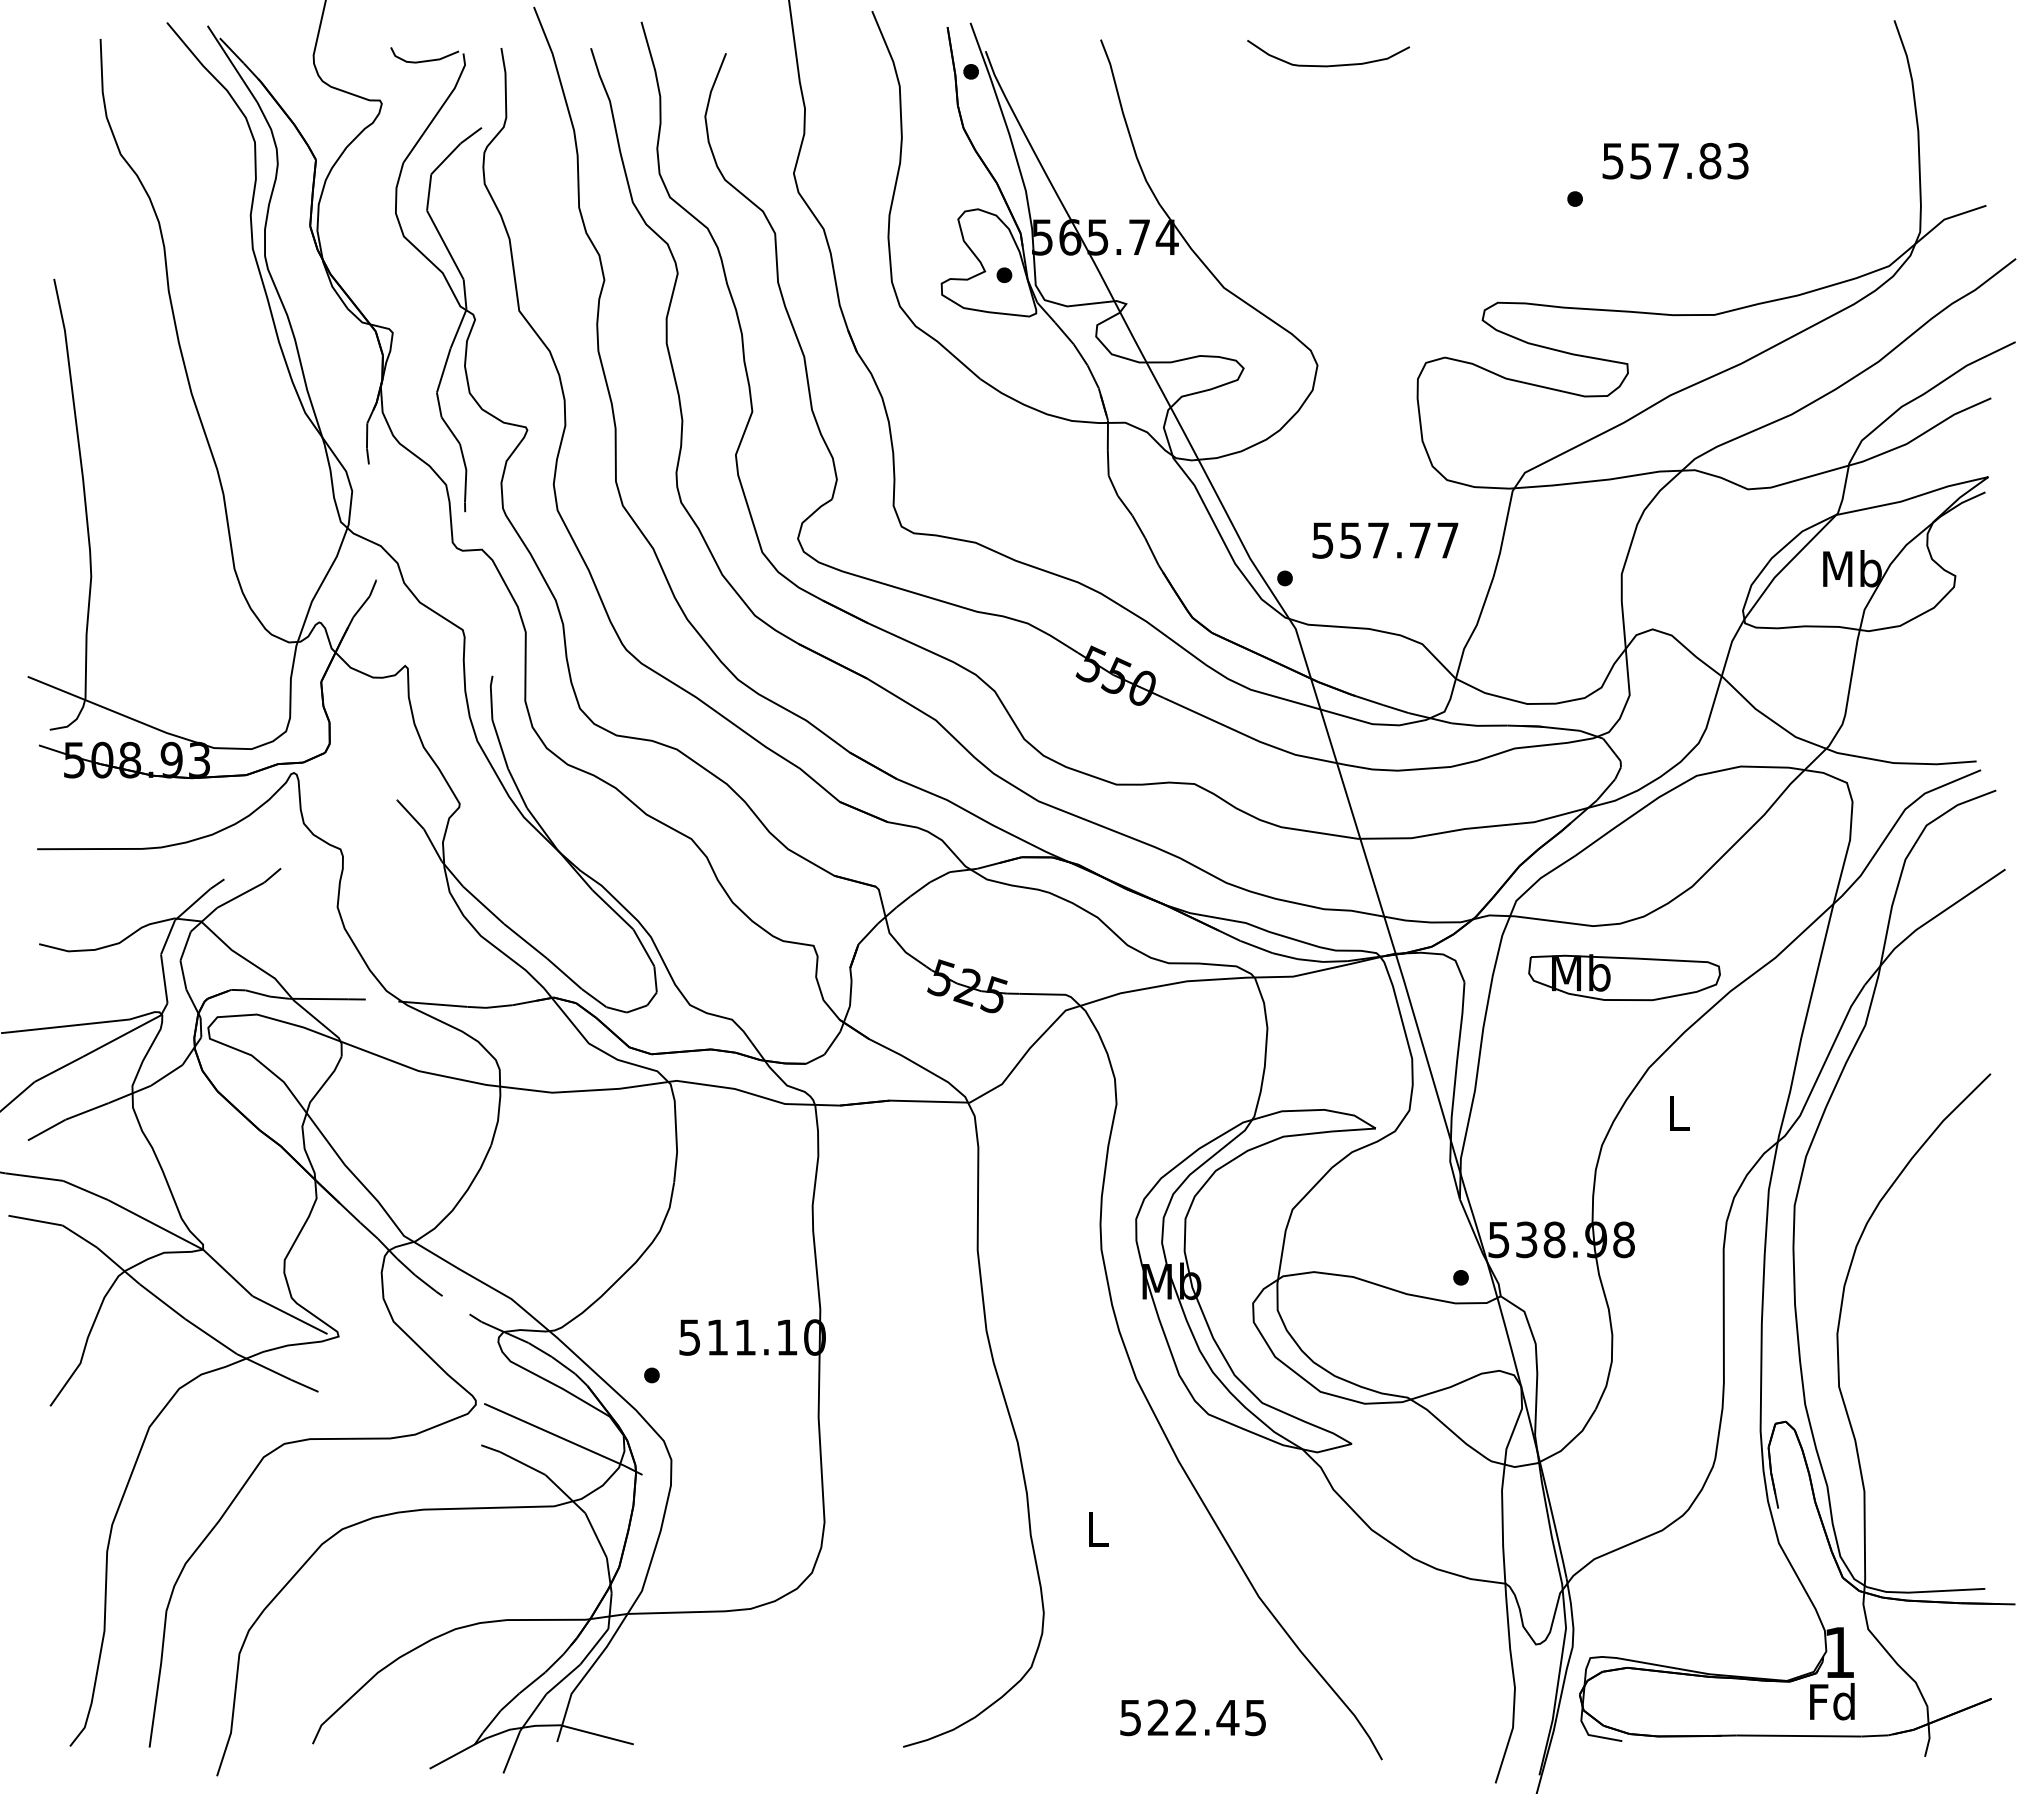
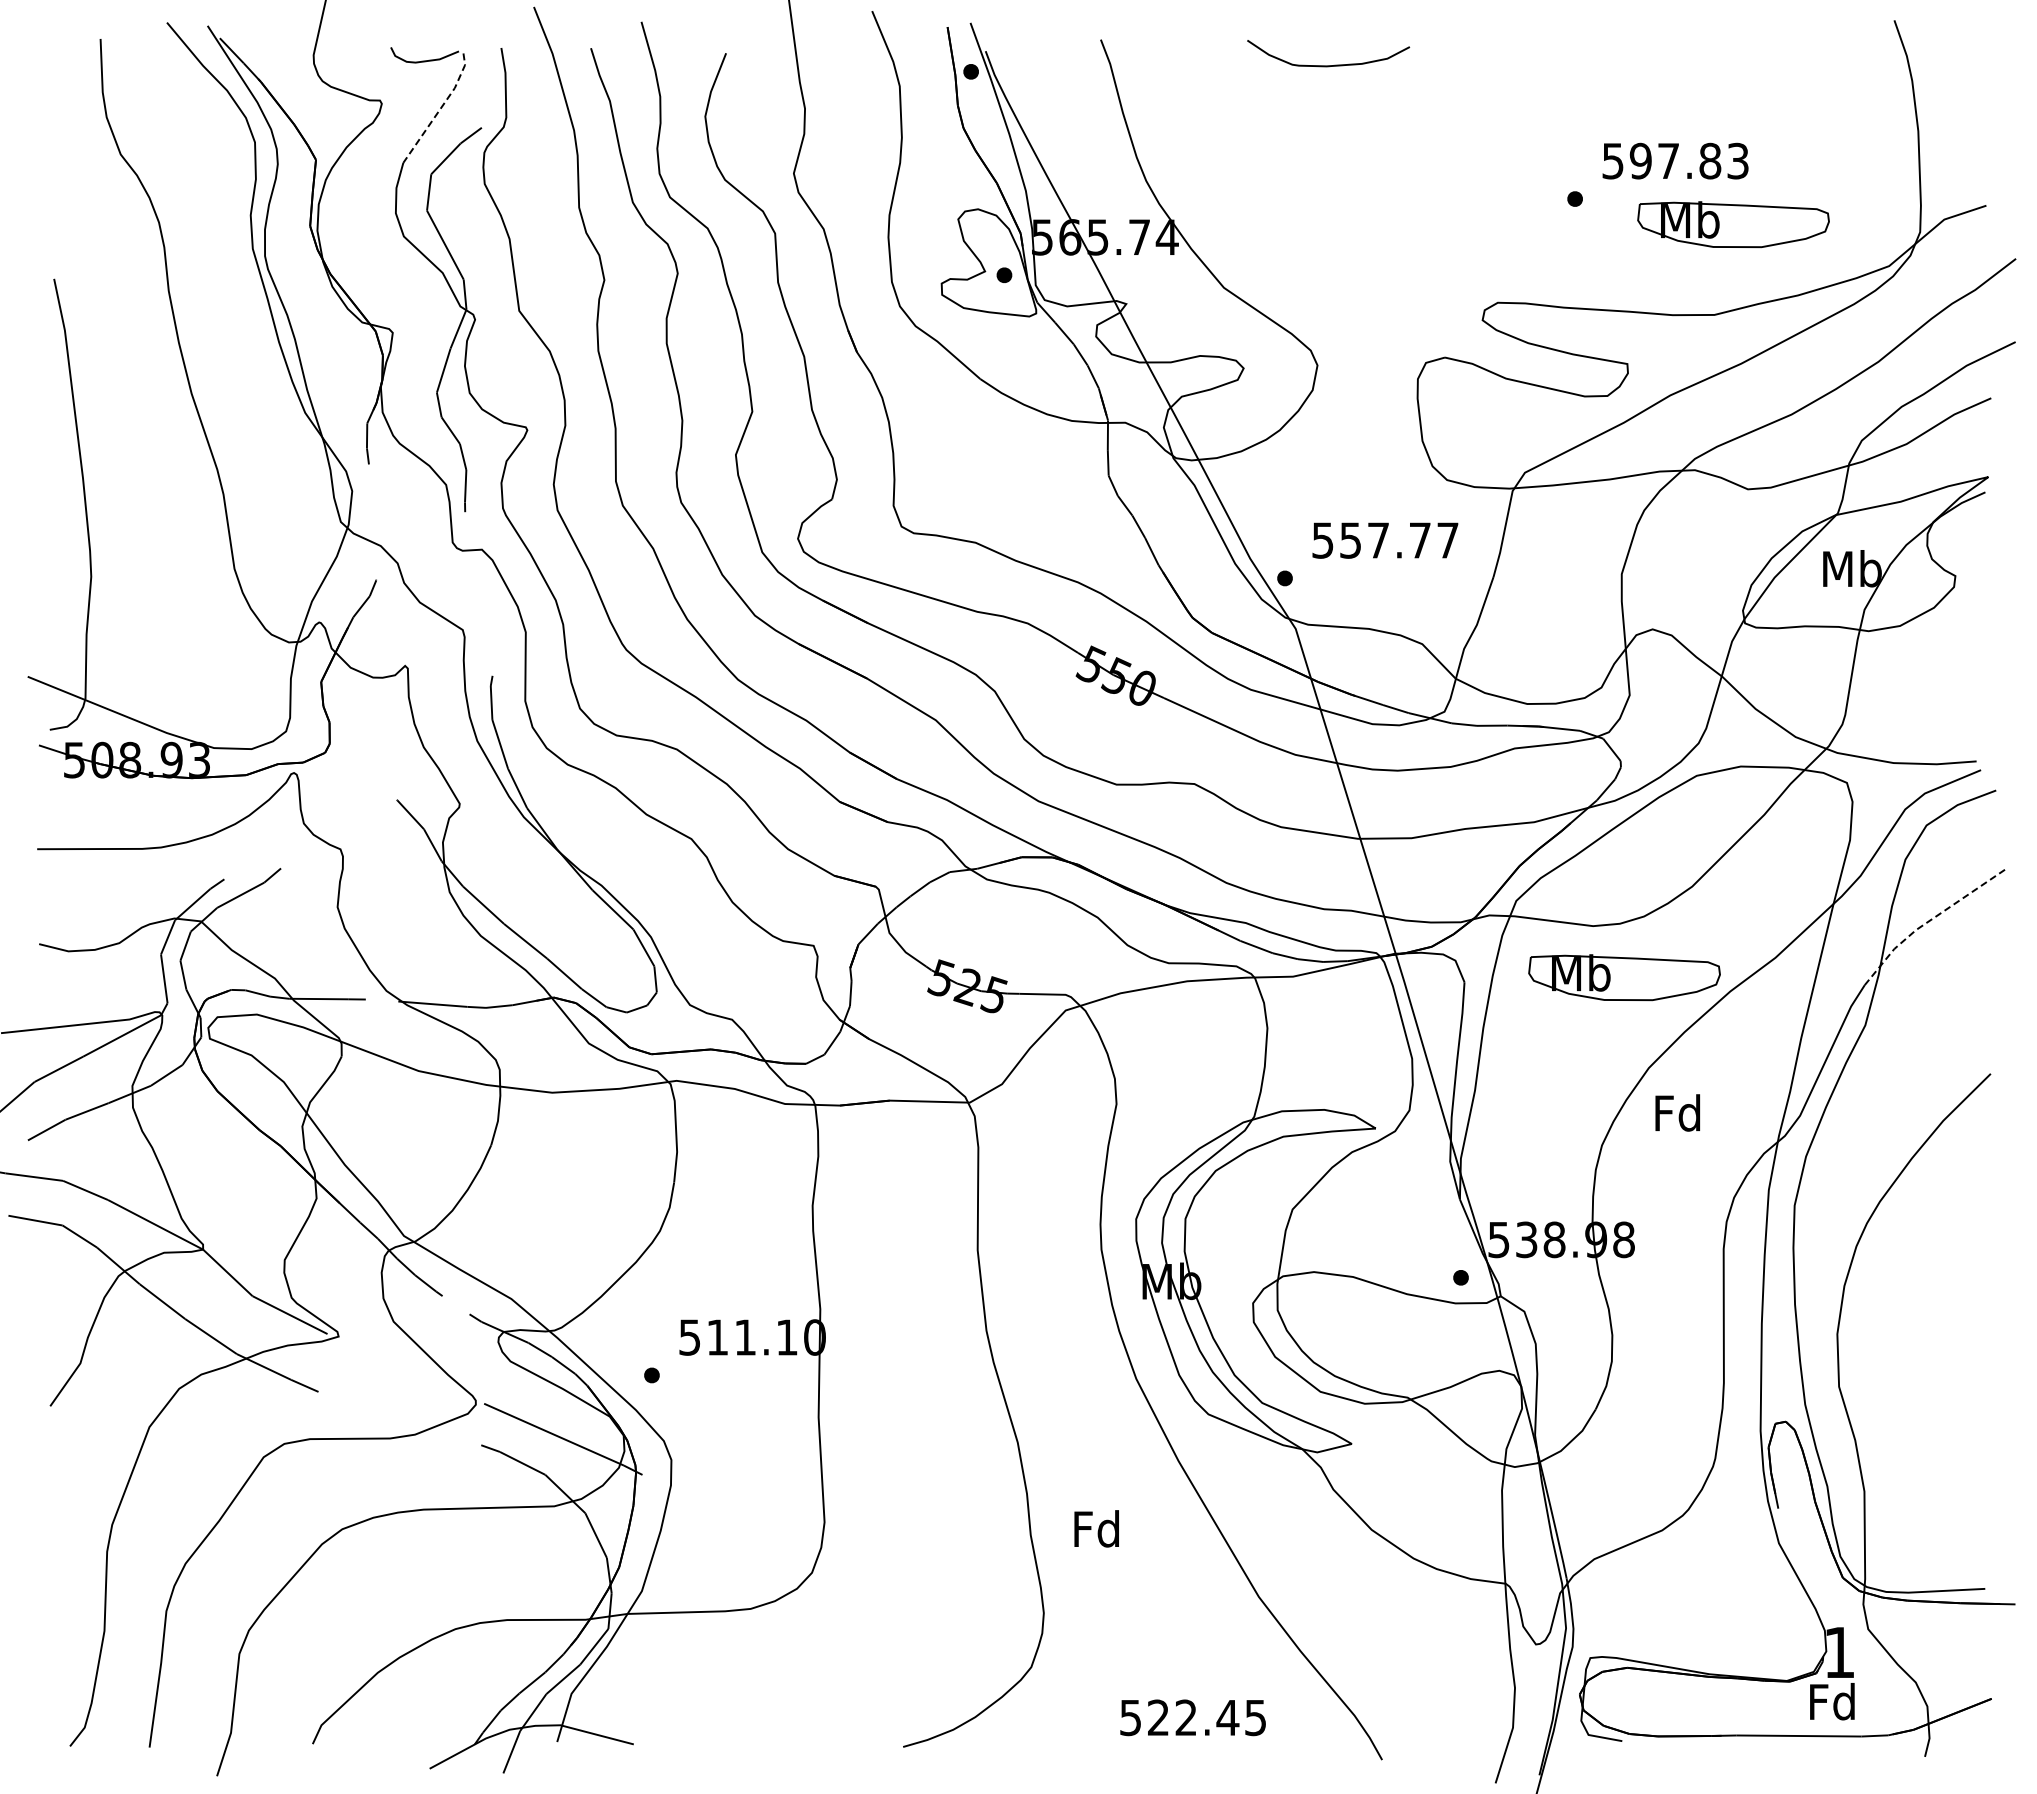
line at (440, 109): solid -> dashed
text at (1640, 160): 557.83 -> 597.83
part at (1733, 224): none -> present
line at (1928, 921): solid -> dashed
text at (1677, 1112): L -> Fd
text at (1096, 1528): L -> Fd
